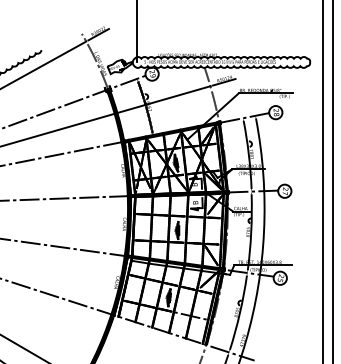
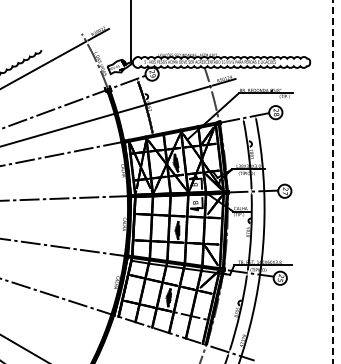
line at (137, 32) position: (137, 32) -> (131, 32)
line at (323, 181): present -> none
line at (332, 181): solid -> dashed
